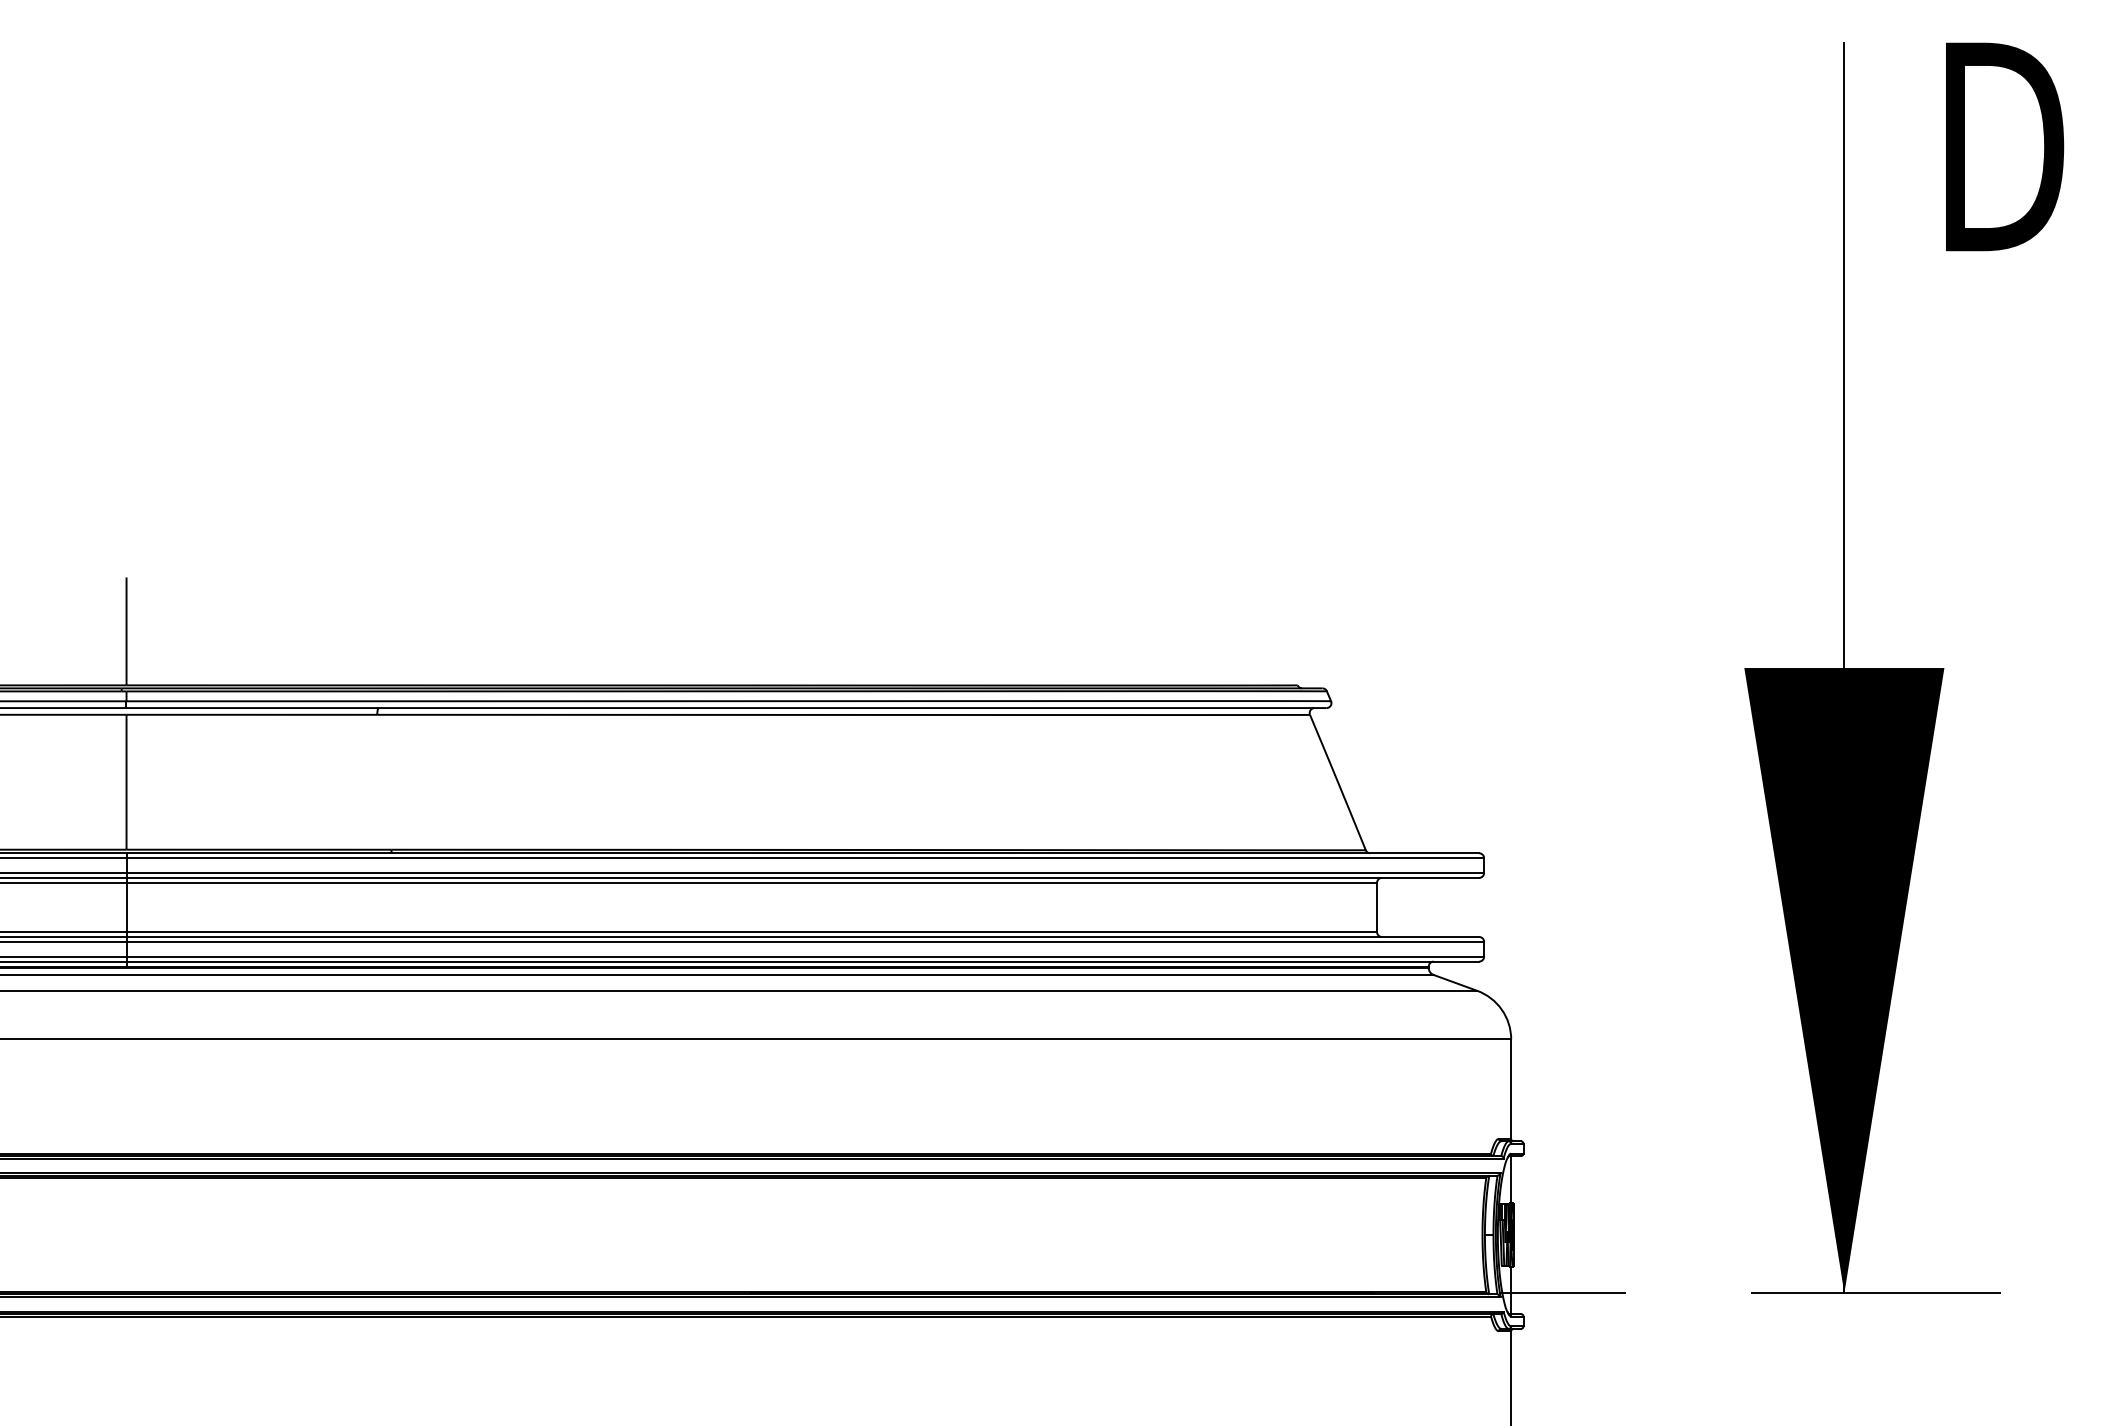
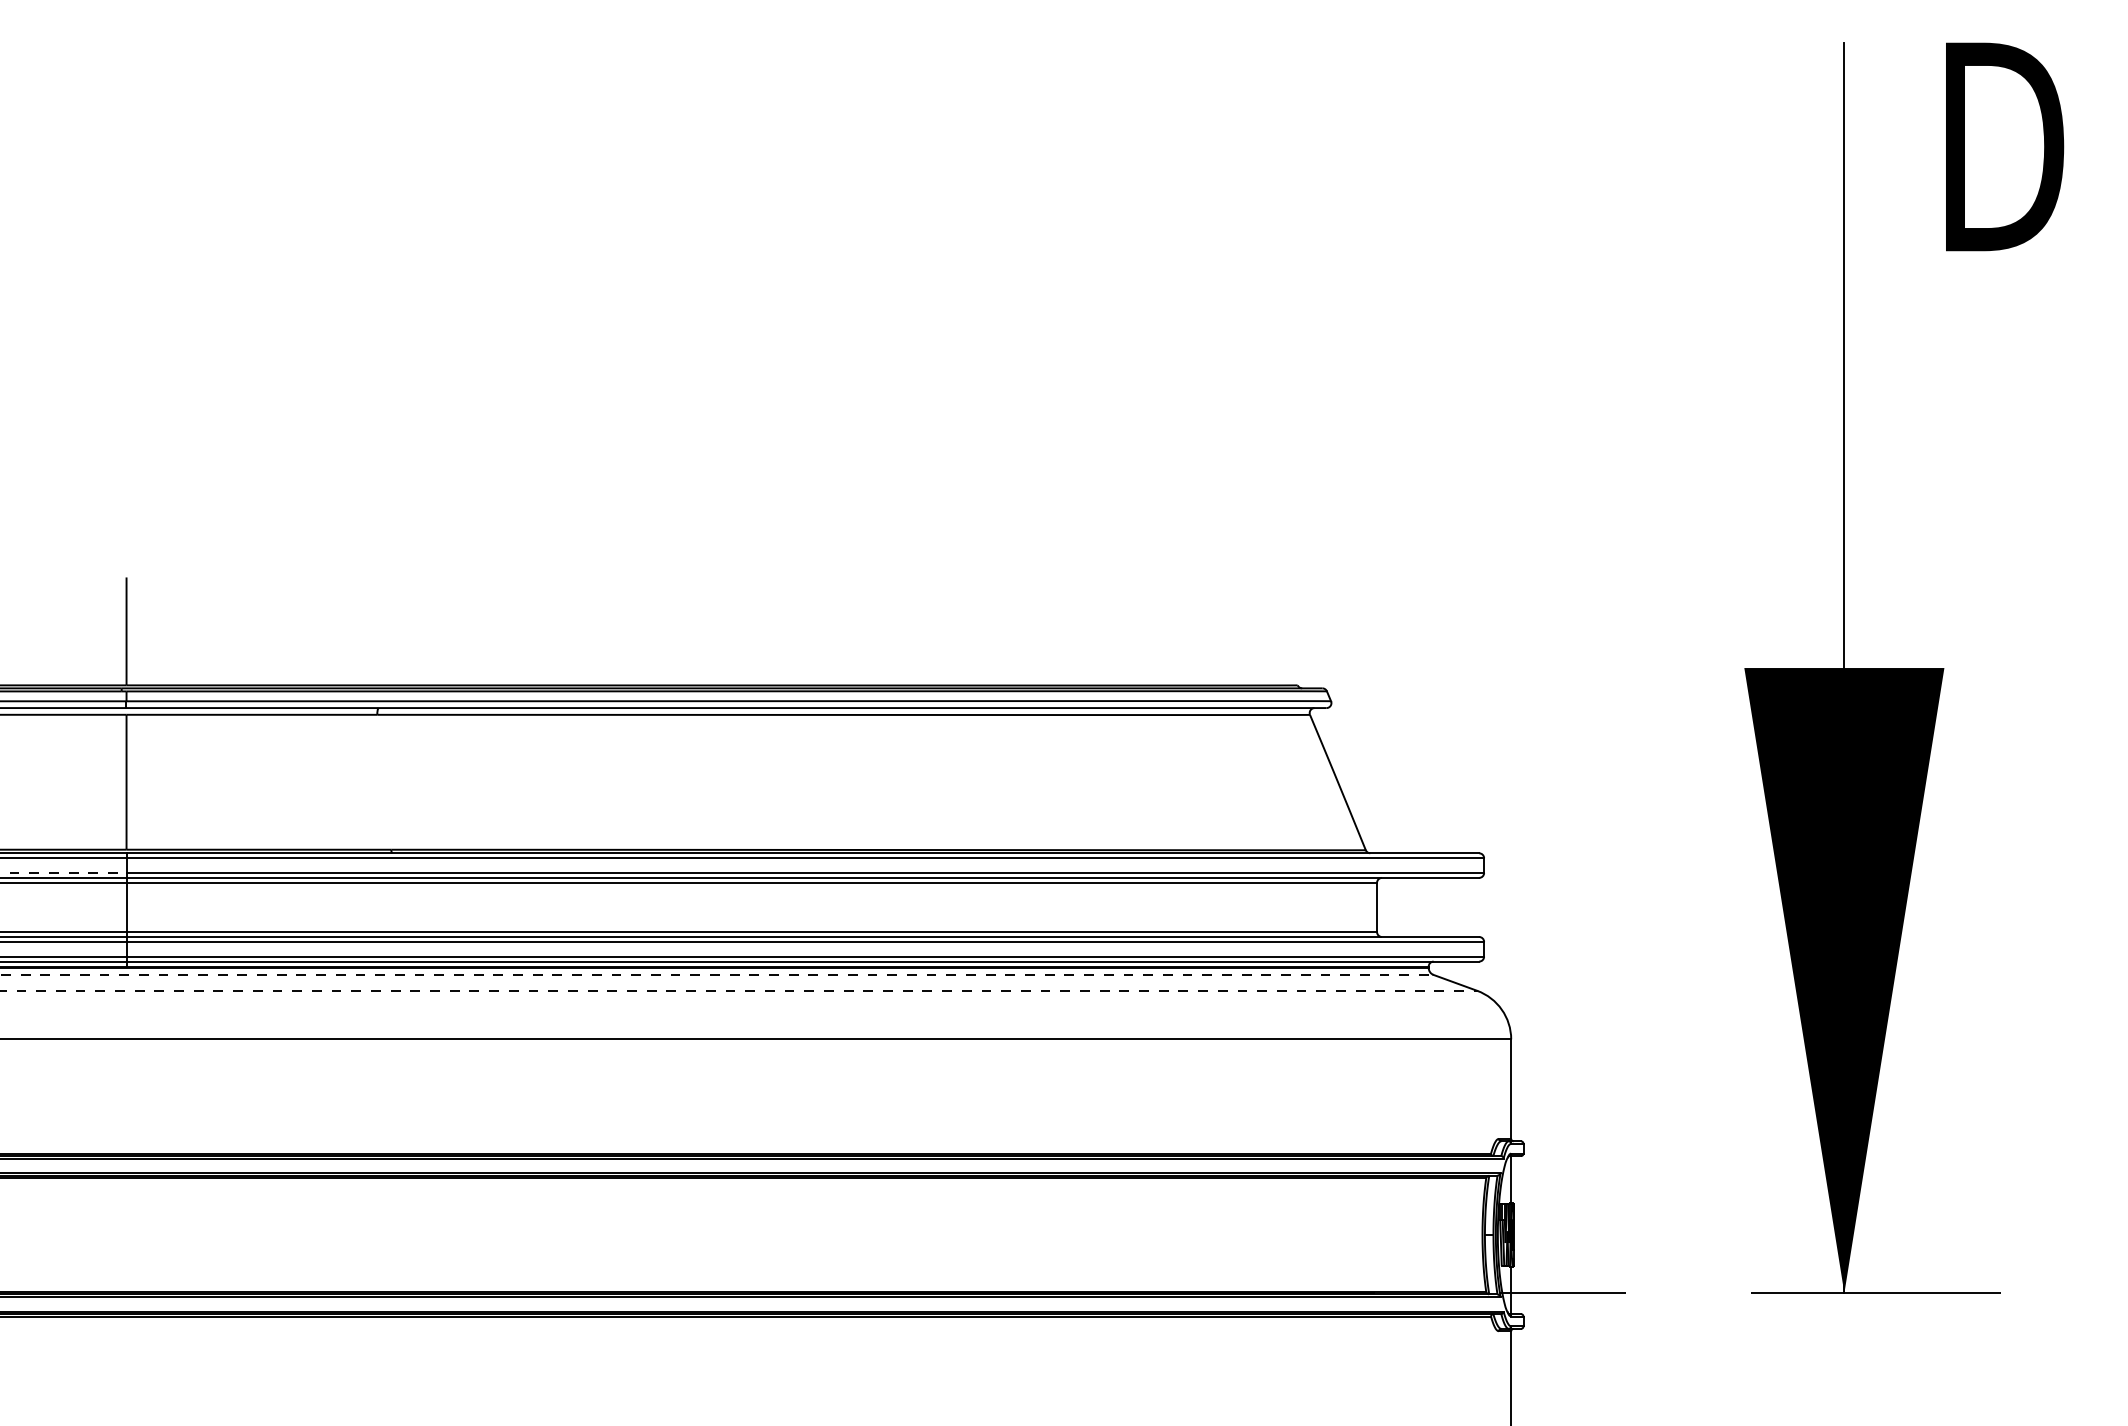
line at (63, 872): solid -> dashed
line at (716, 974): solid -> dashed
line at (739, 990): solid -> dashed
